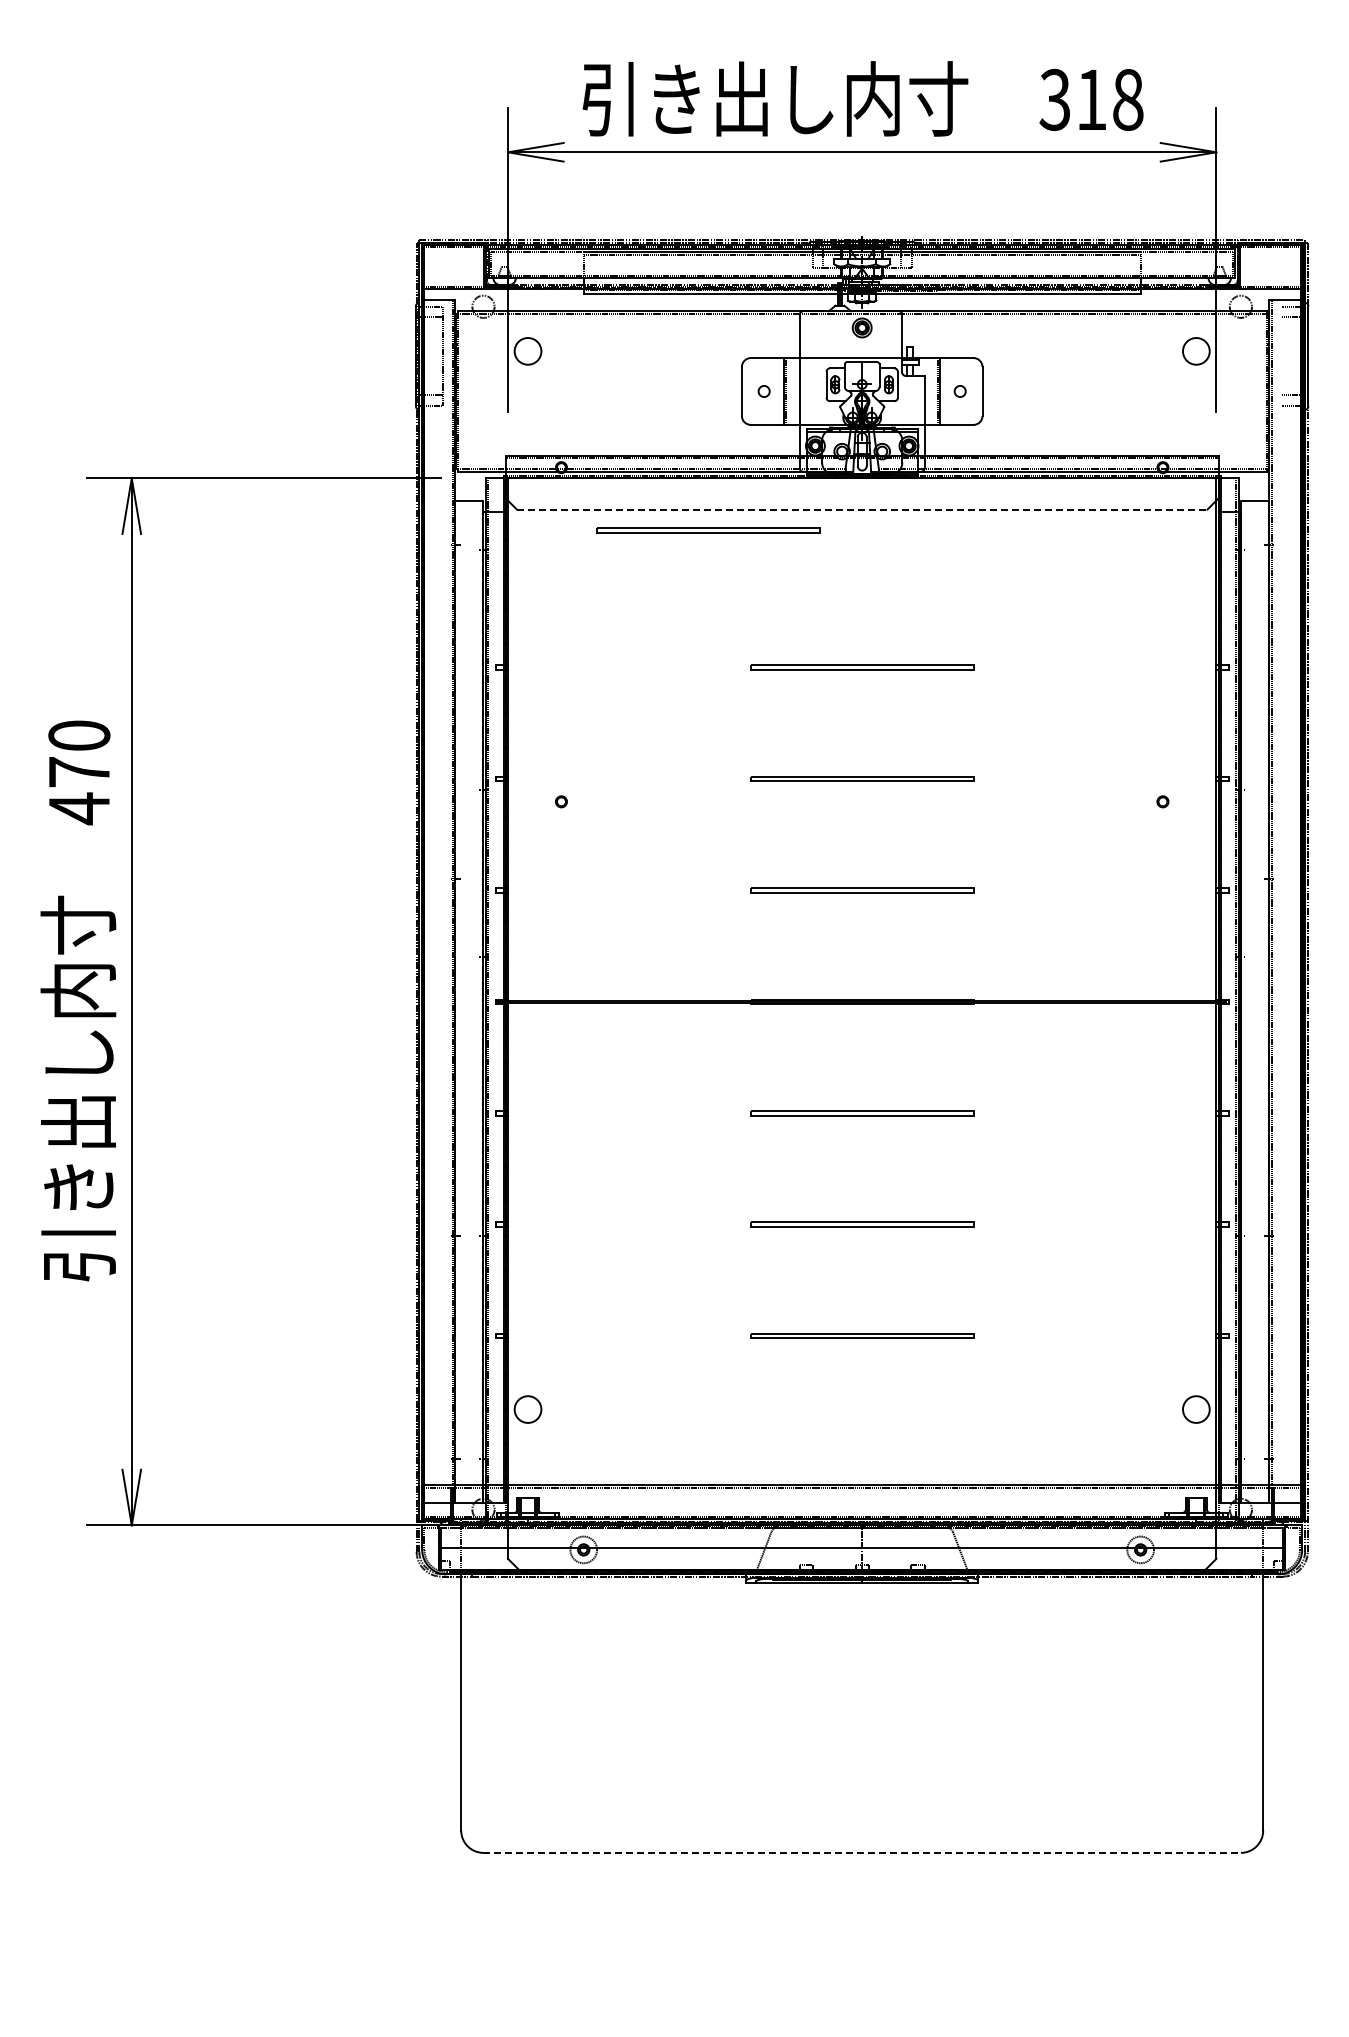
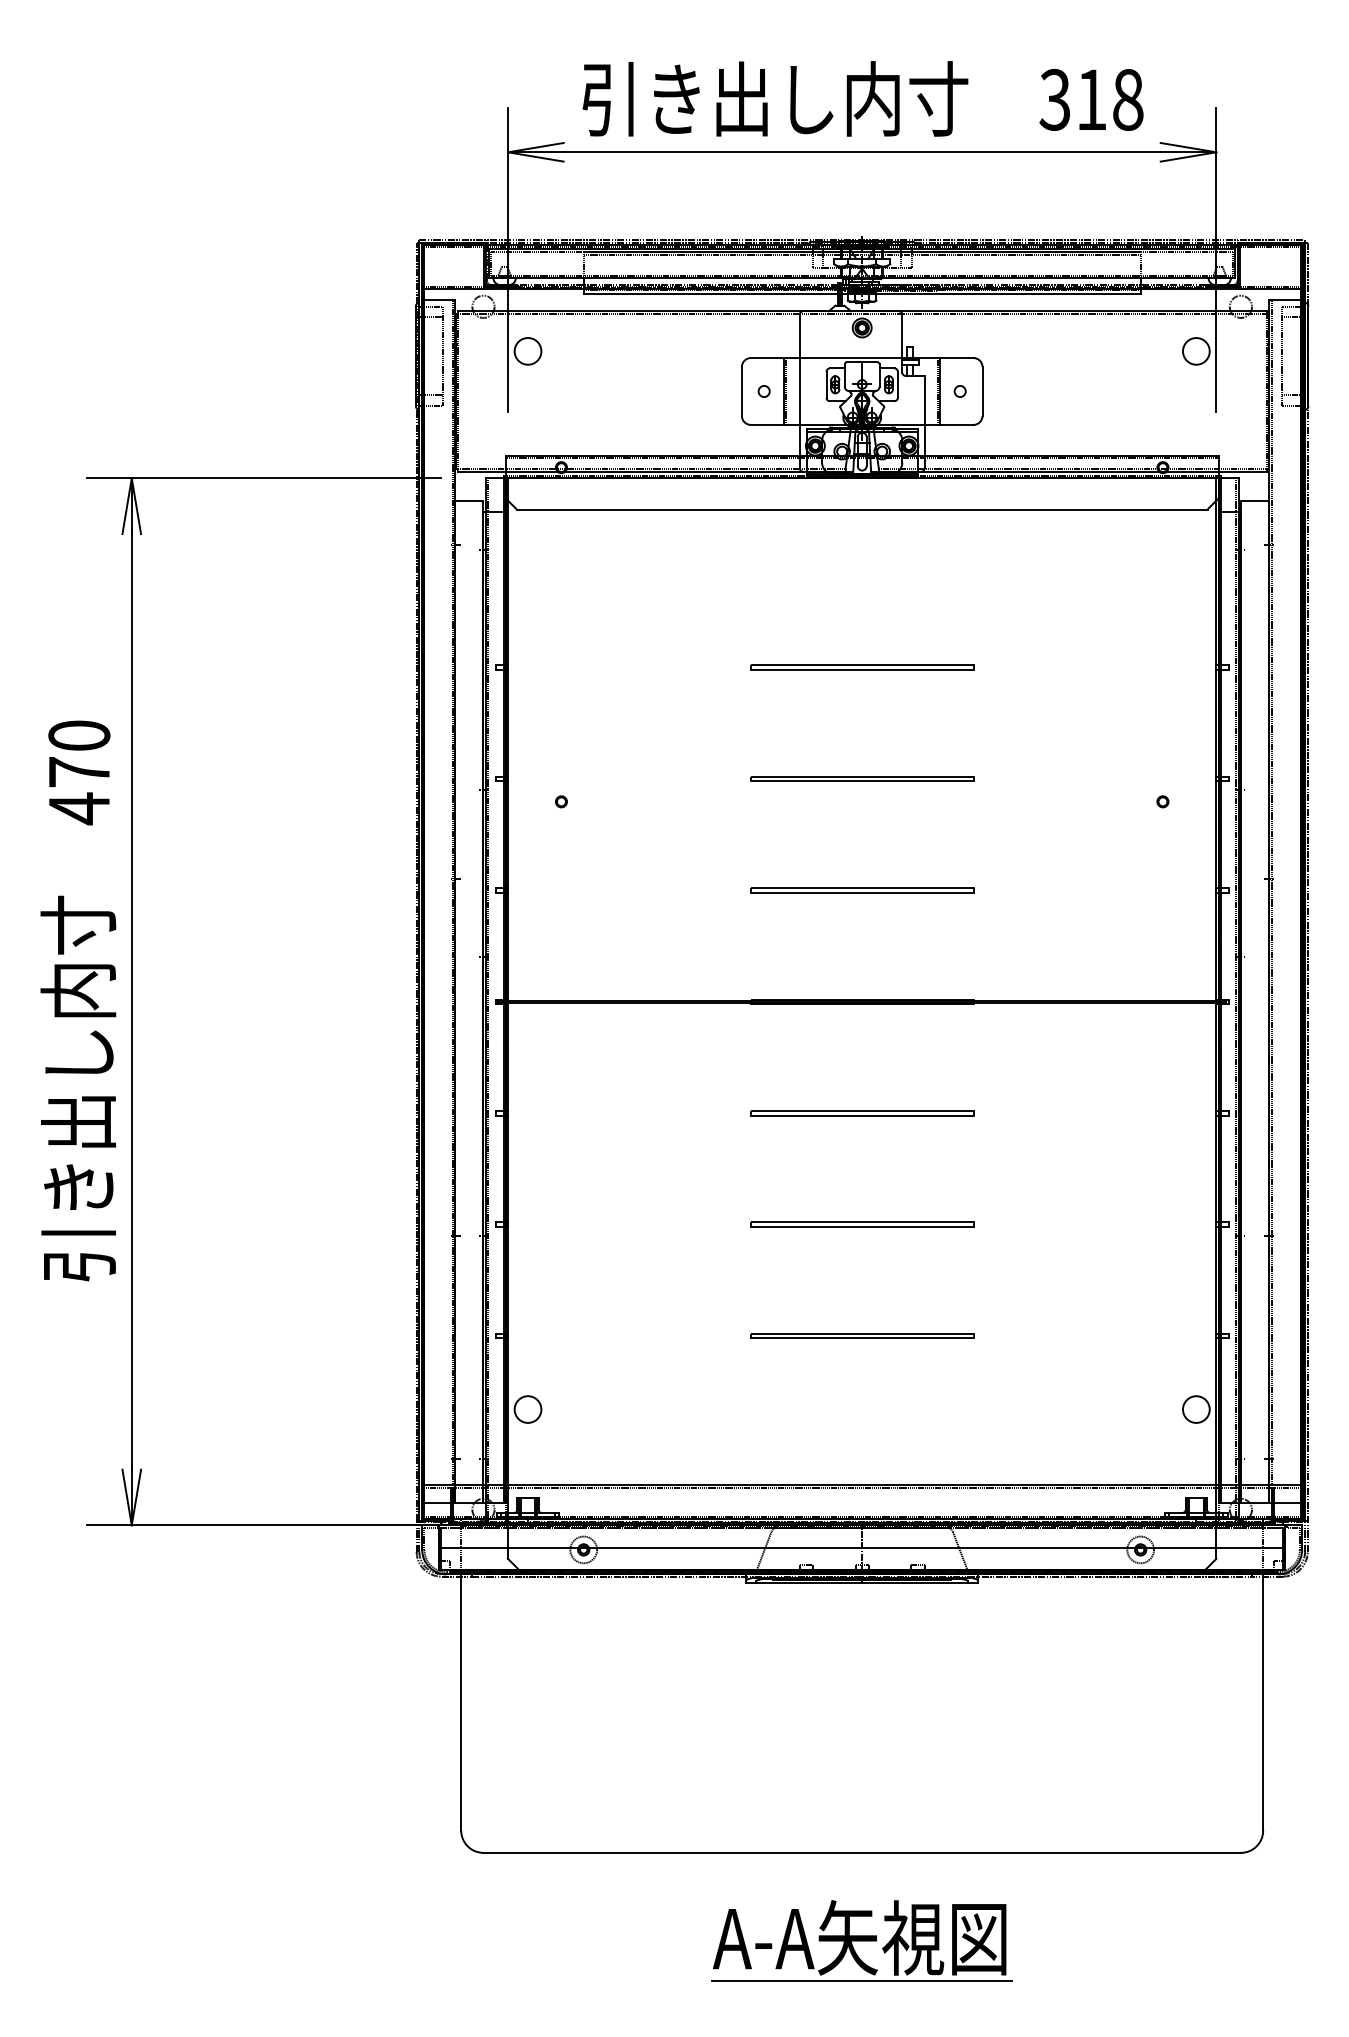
line at (1281, 355): none -> present
line at (862, 509): dashed -> solid
part at (708, 530): present -> none
line at (862, 1852): dashed -> solid
part at (861, 1940): none -> present
